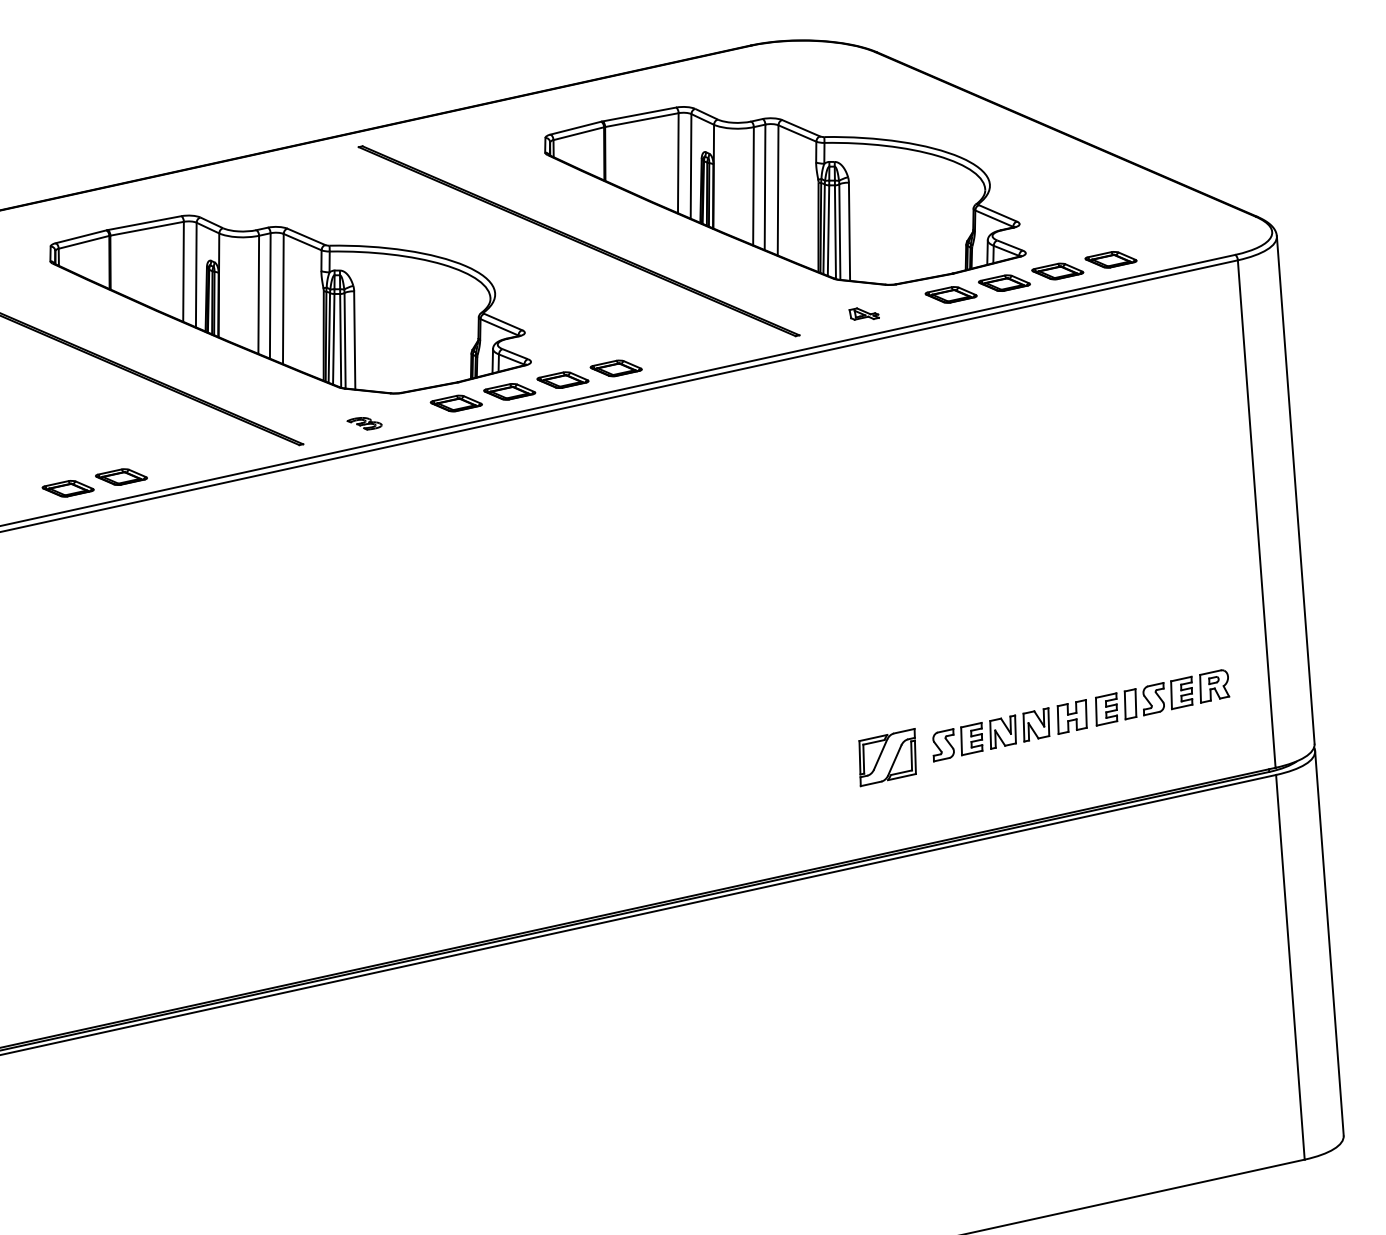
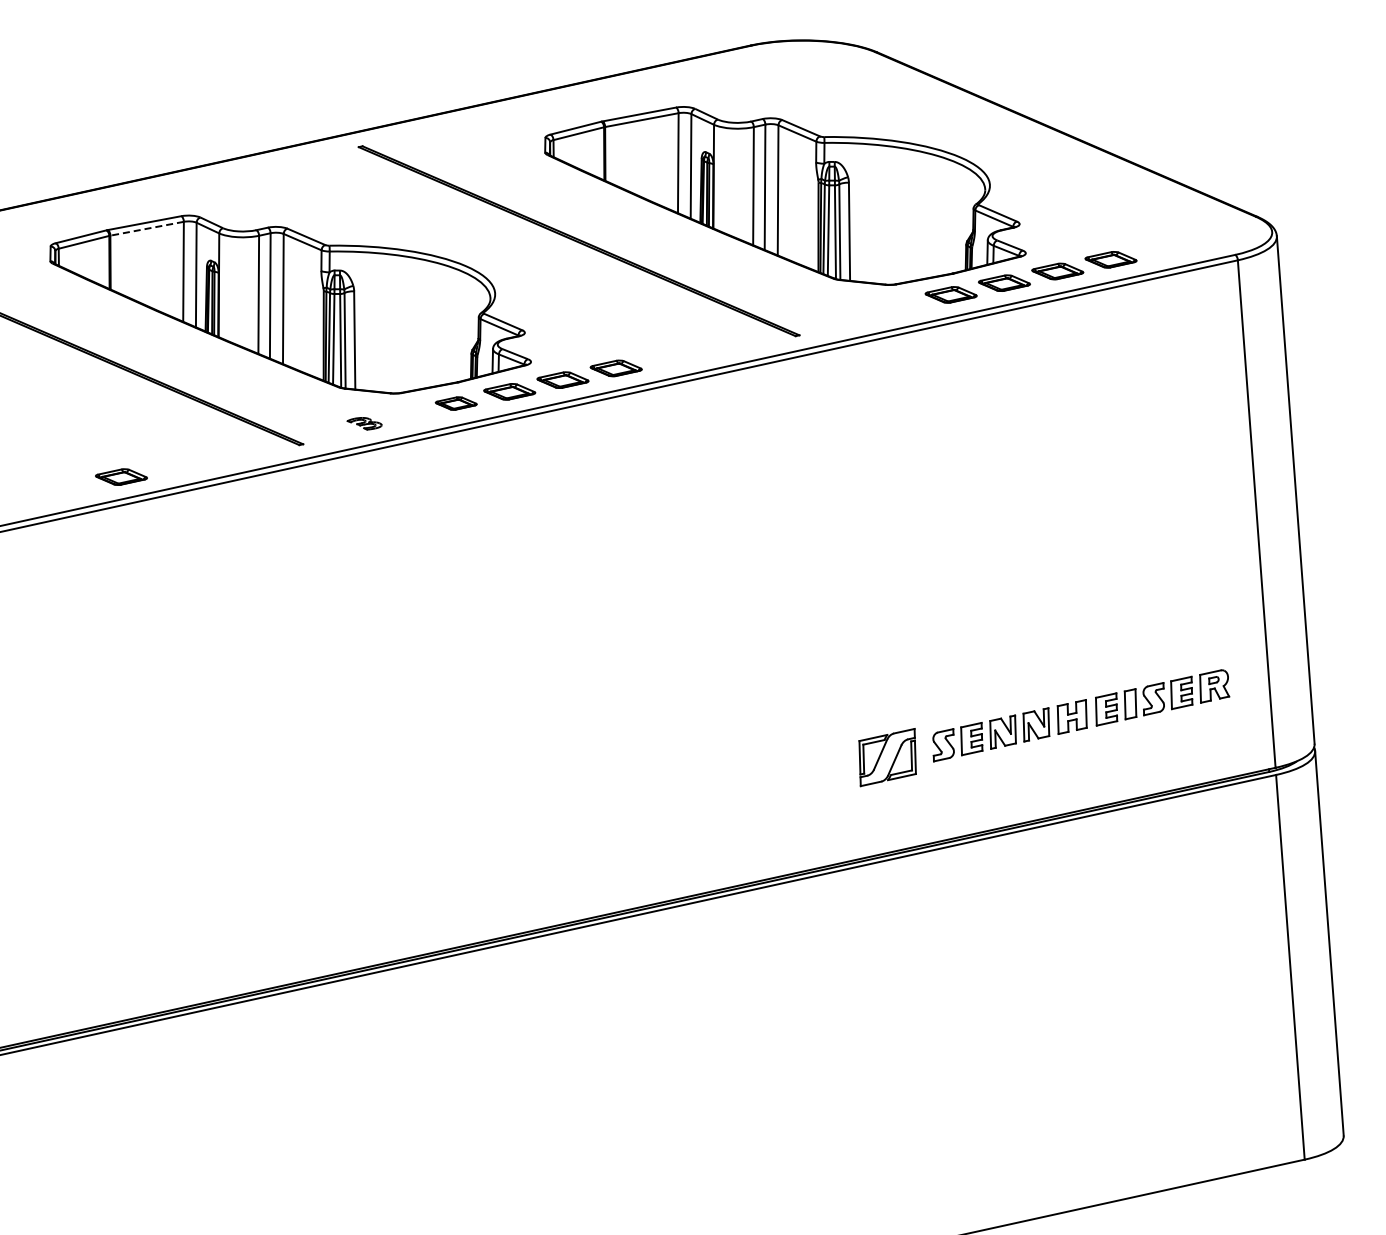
line at (146, 228): solid -> dashed
part at (863, 313): present -> none
part at (455, 403) size: 54x19 px -> 44x15 px
part at (67, 488): present -> none
